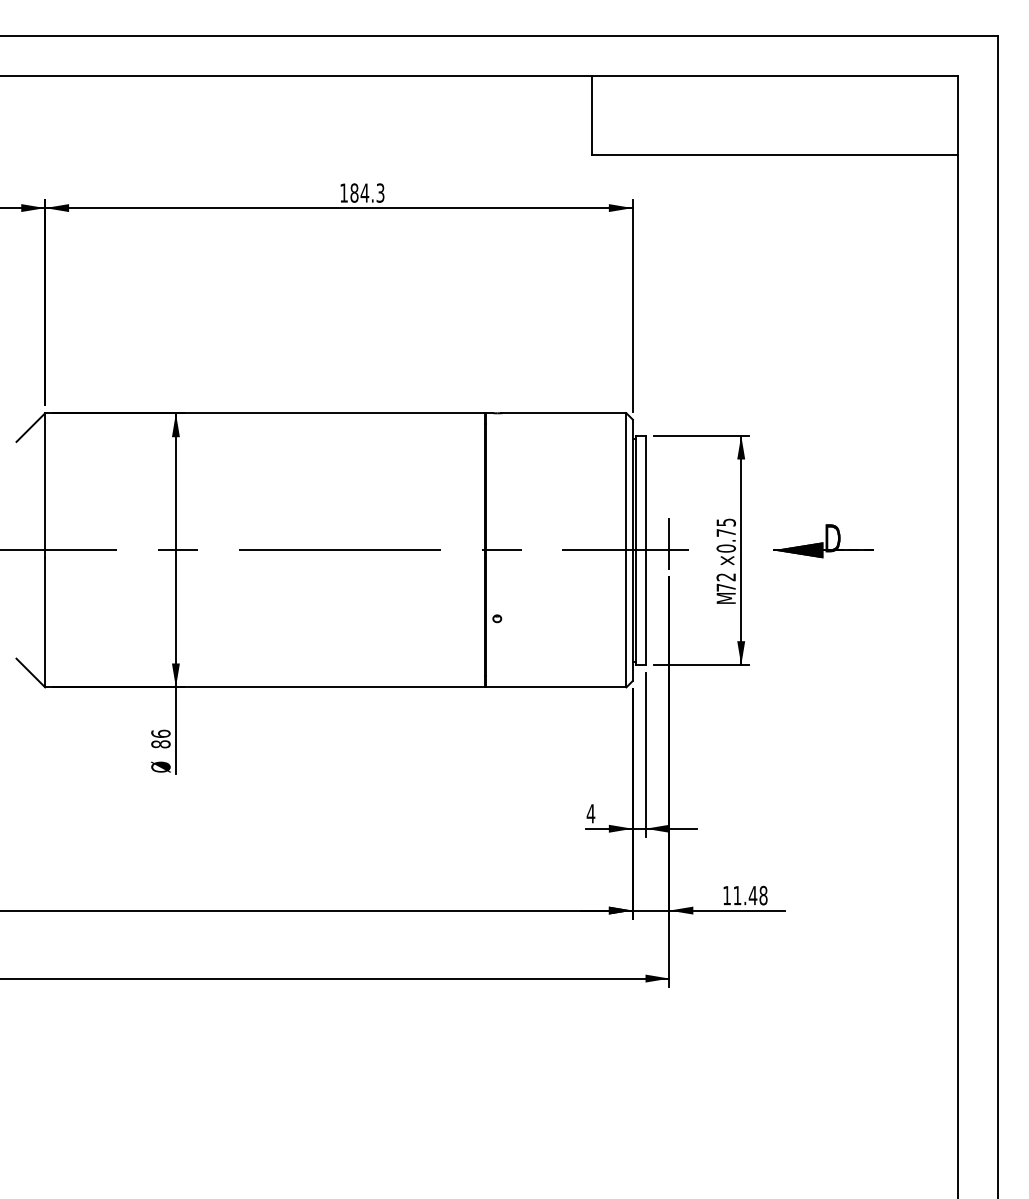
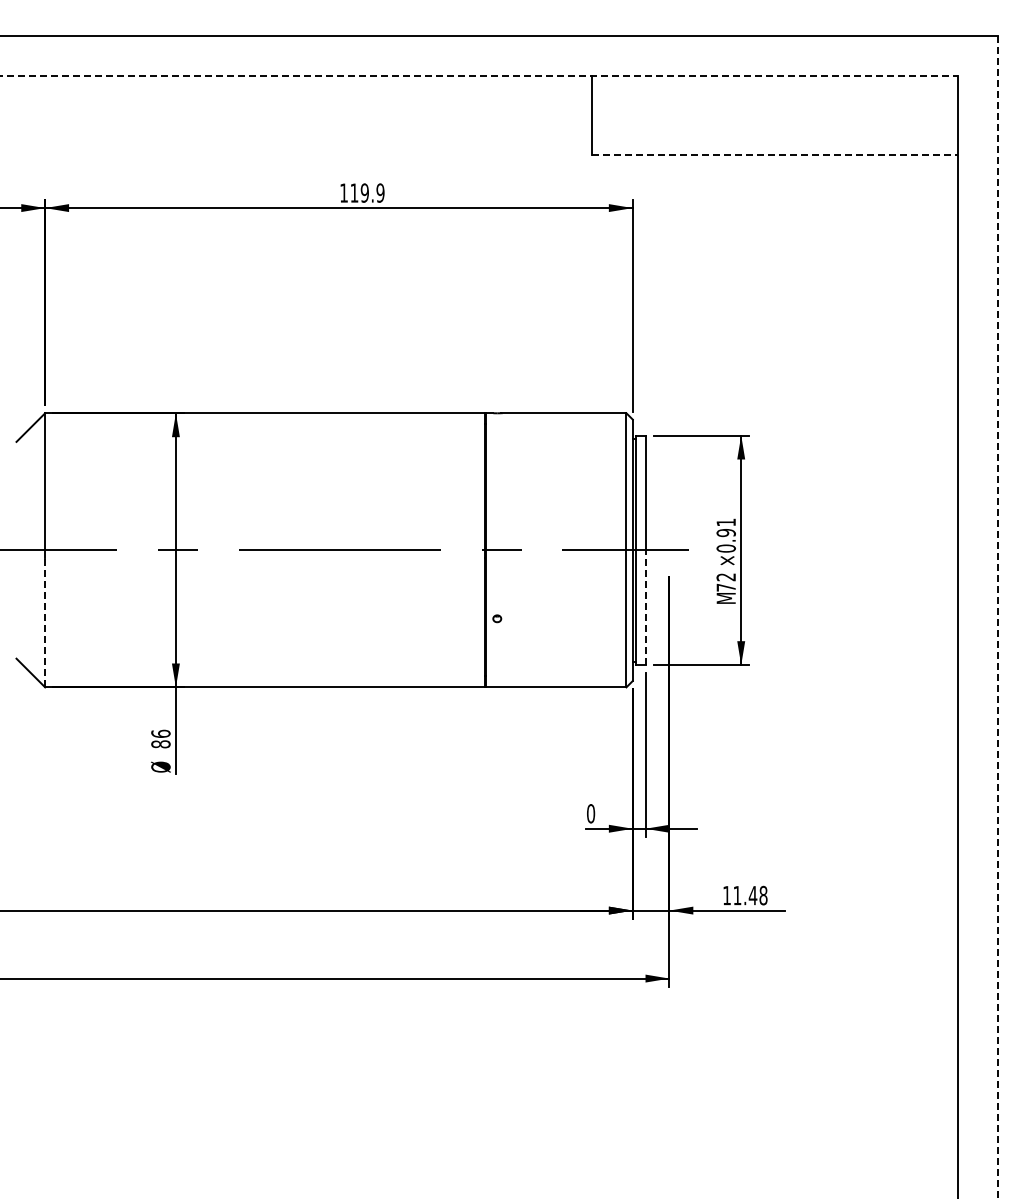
line at (479, 75): solid -> dashed
line at (775, 155): solid -> dashed
text at (367, 192): 184.3 -> 119.9
text at (725, 527): ×0.75 -> ×0.91
part at (823, 541): present -> none
line at (669, 543): present -> none
line at (645, 607): solid -> dashed
line at (998, 617): solid -> dashed
line at (45, 622): solid -> dashed
text at (590, 813): 4 -> 0
